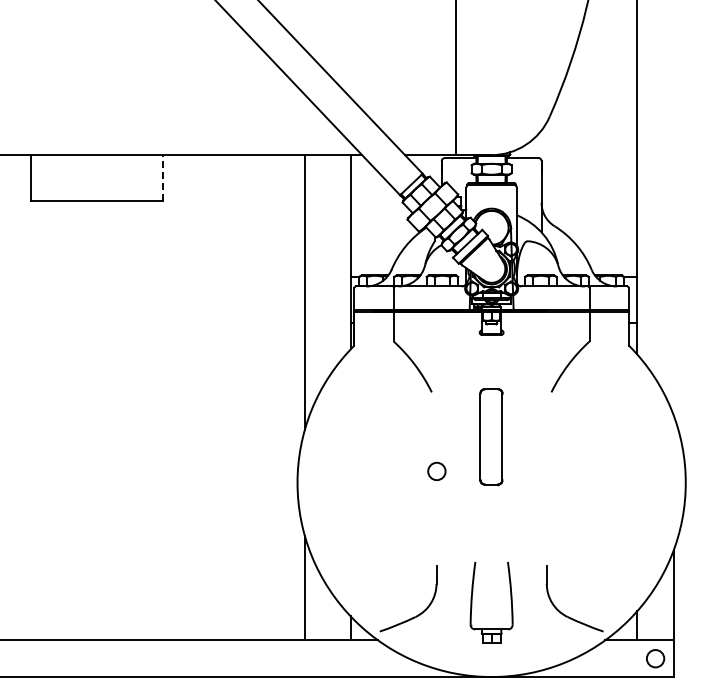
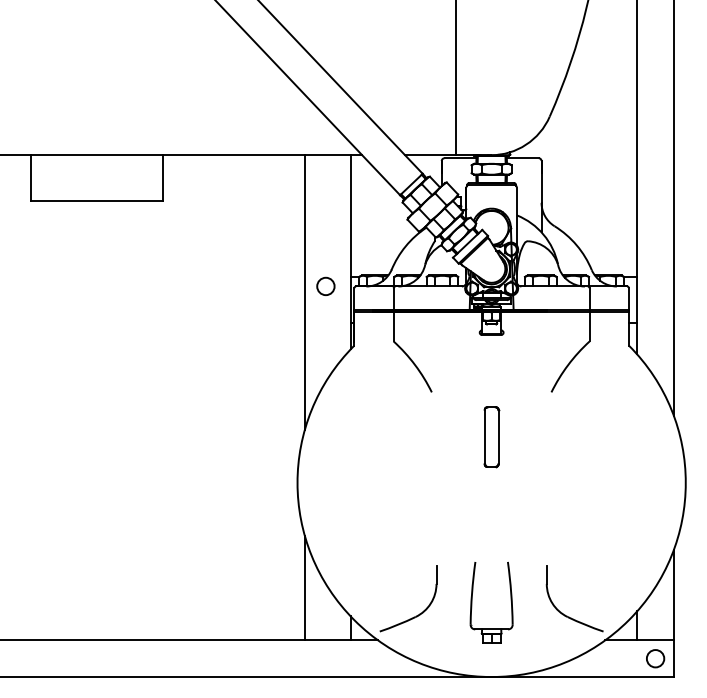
line at (163, 178): dashed -> solid
line at (673, 208): none -> present
part at (491, 437) size: 25x99 px -> 18x63 px
circle at (436, 470) position: (436, 470) -> (325, 285)
